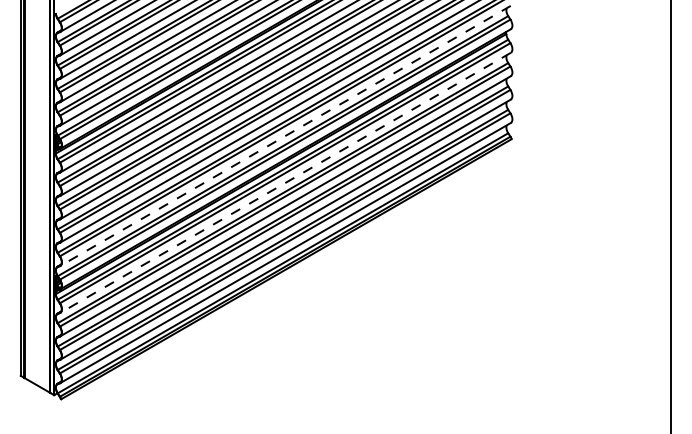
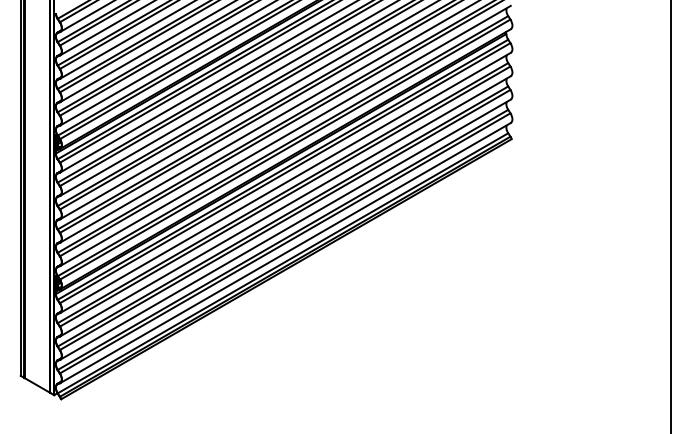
line at (285, 136): dashed -> solid
line at (285, 183): dashed -> solid
